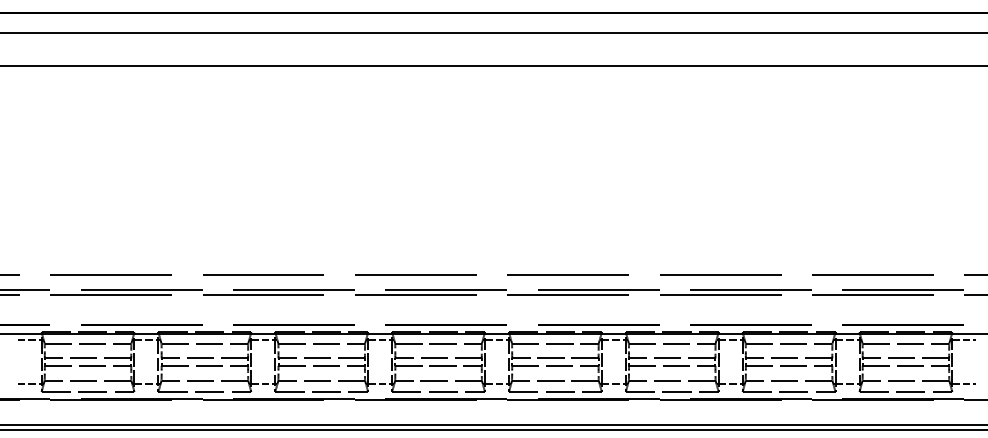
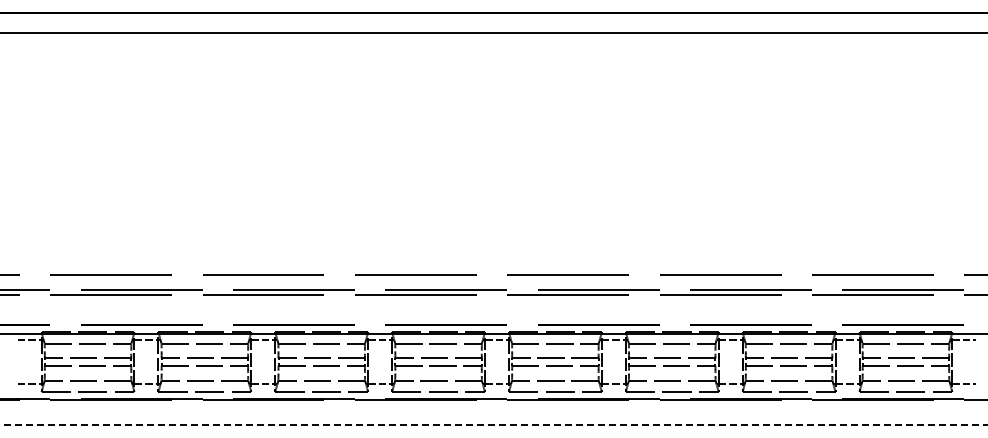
line at (493, 65): present -> none
line at (493, 424): solid -> dashed
line at (493, 429): present -> none
